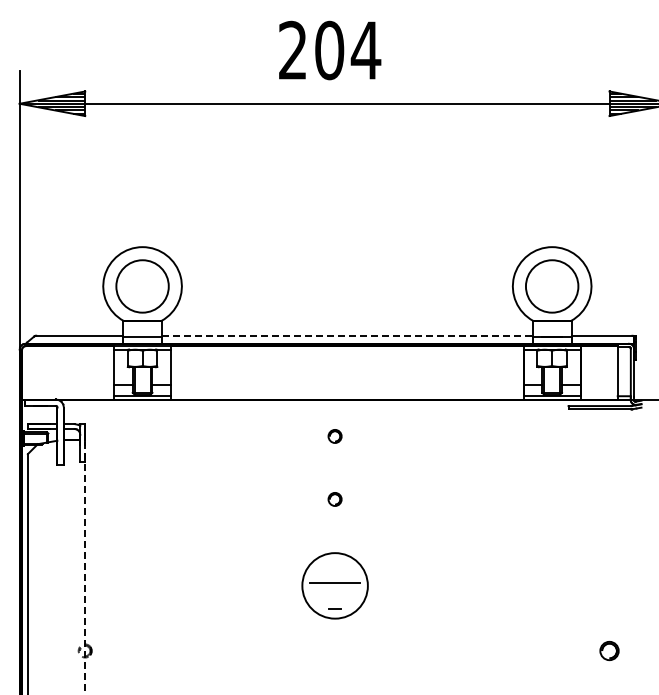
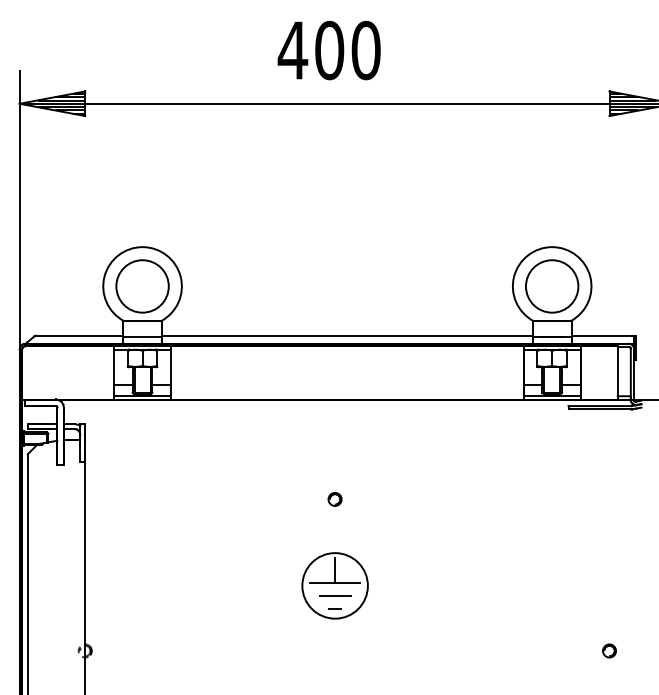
text at (329, 50): 204 -> 400
line at (347, 335): dashed -> solid
circle at (334, 436): present -> none
line at (85, 567): dashed -> solid
line at (335, 570): none -> present
line at (334, 596): none -> present
circle at (609, 651) size: 21x21 px -> 15x16 px
